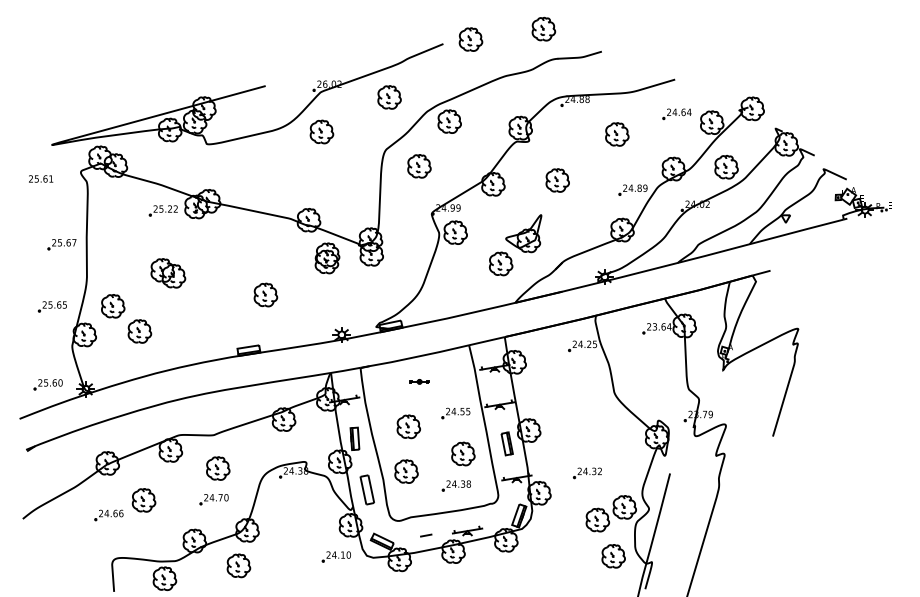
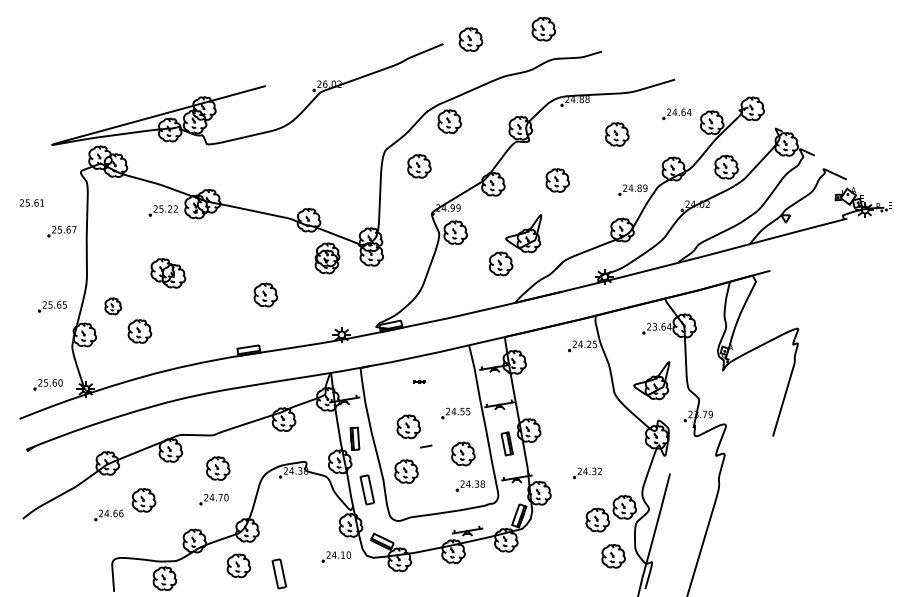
part at (389, 97): present -> none
part at (321, 131): present -> none
text at (41, 178) position: (41, 178) -> (32, 202)
part at (61, 244) position: (61, 244) -> (61, 231)
part at (113, 306) size: 25x25 px -> 19x19 px
part at (651, 380): none -> present
part at (419, 381) size: 21x6 px -> 13x5 px
part at (455, 485) position: (455, 485) -> (469, 485)
line at (426, 535) position: (426, 535) -> (426, 446)
part at (278, 573): none -> present
